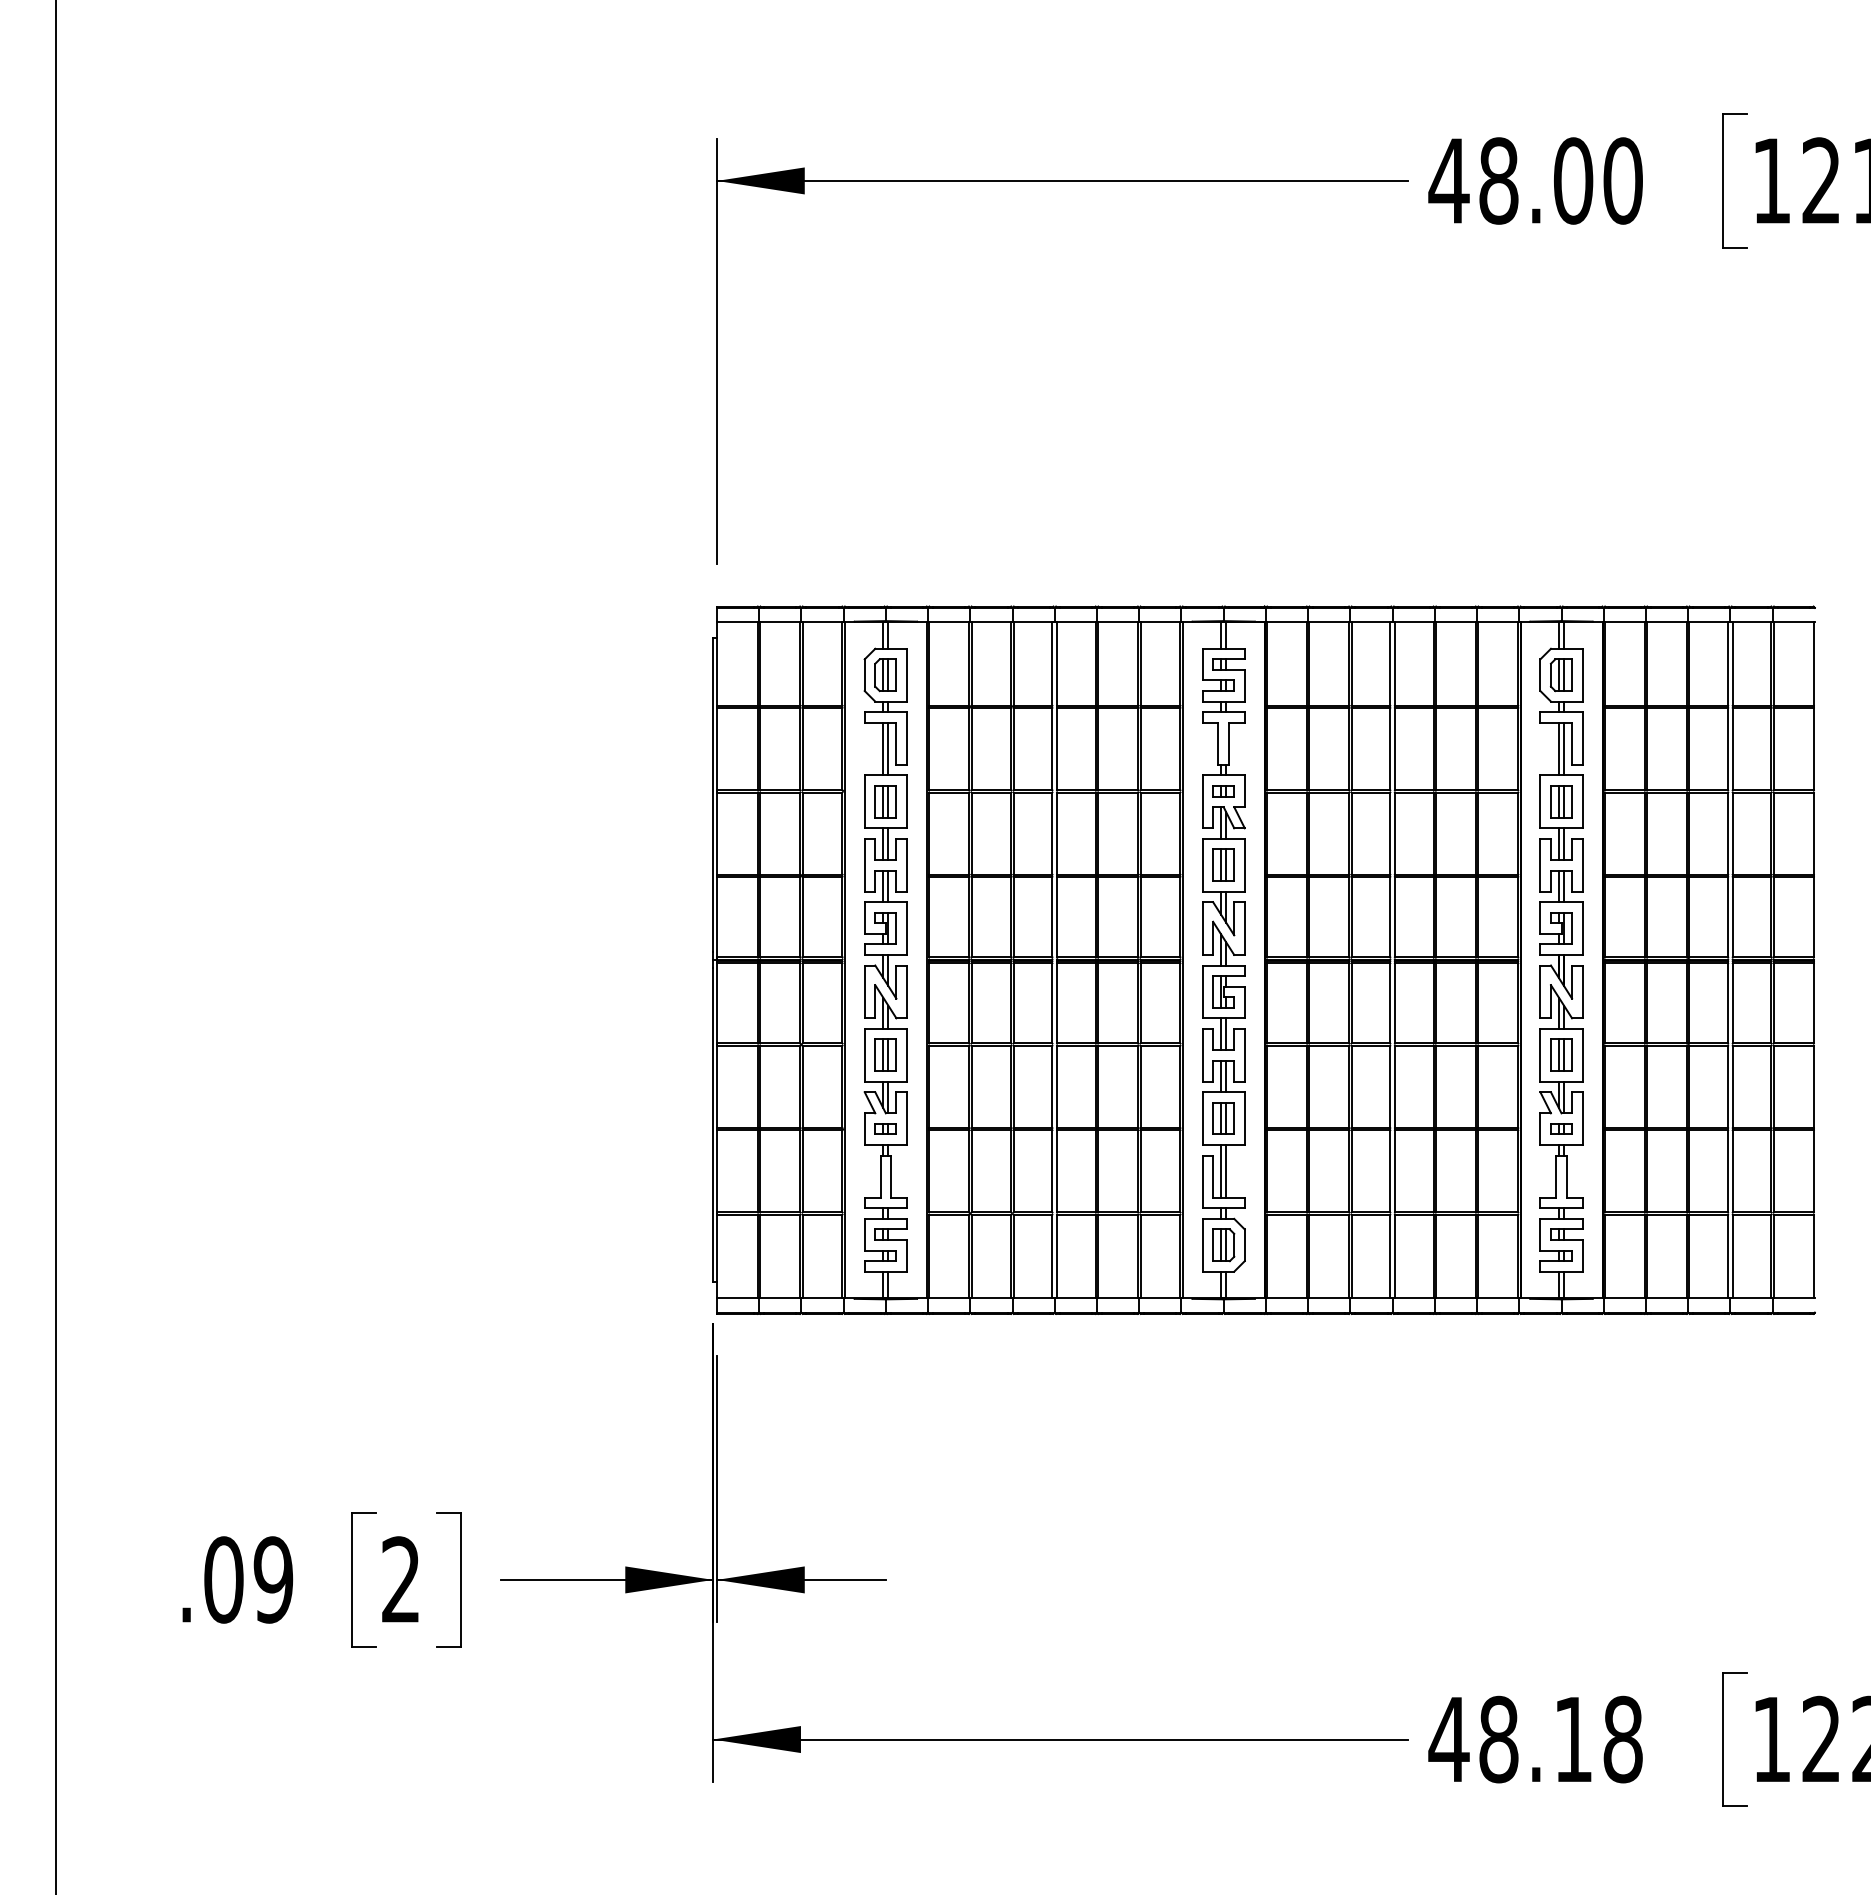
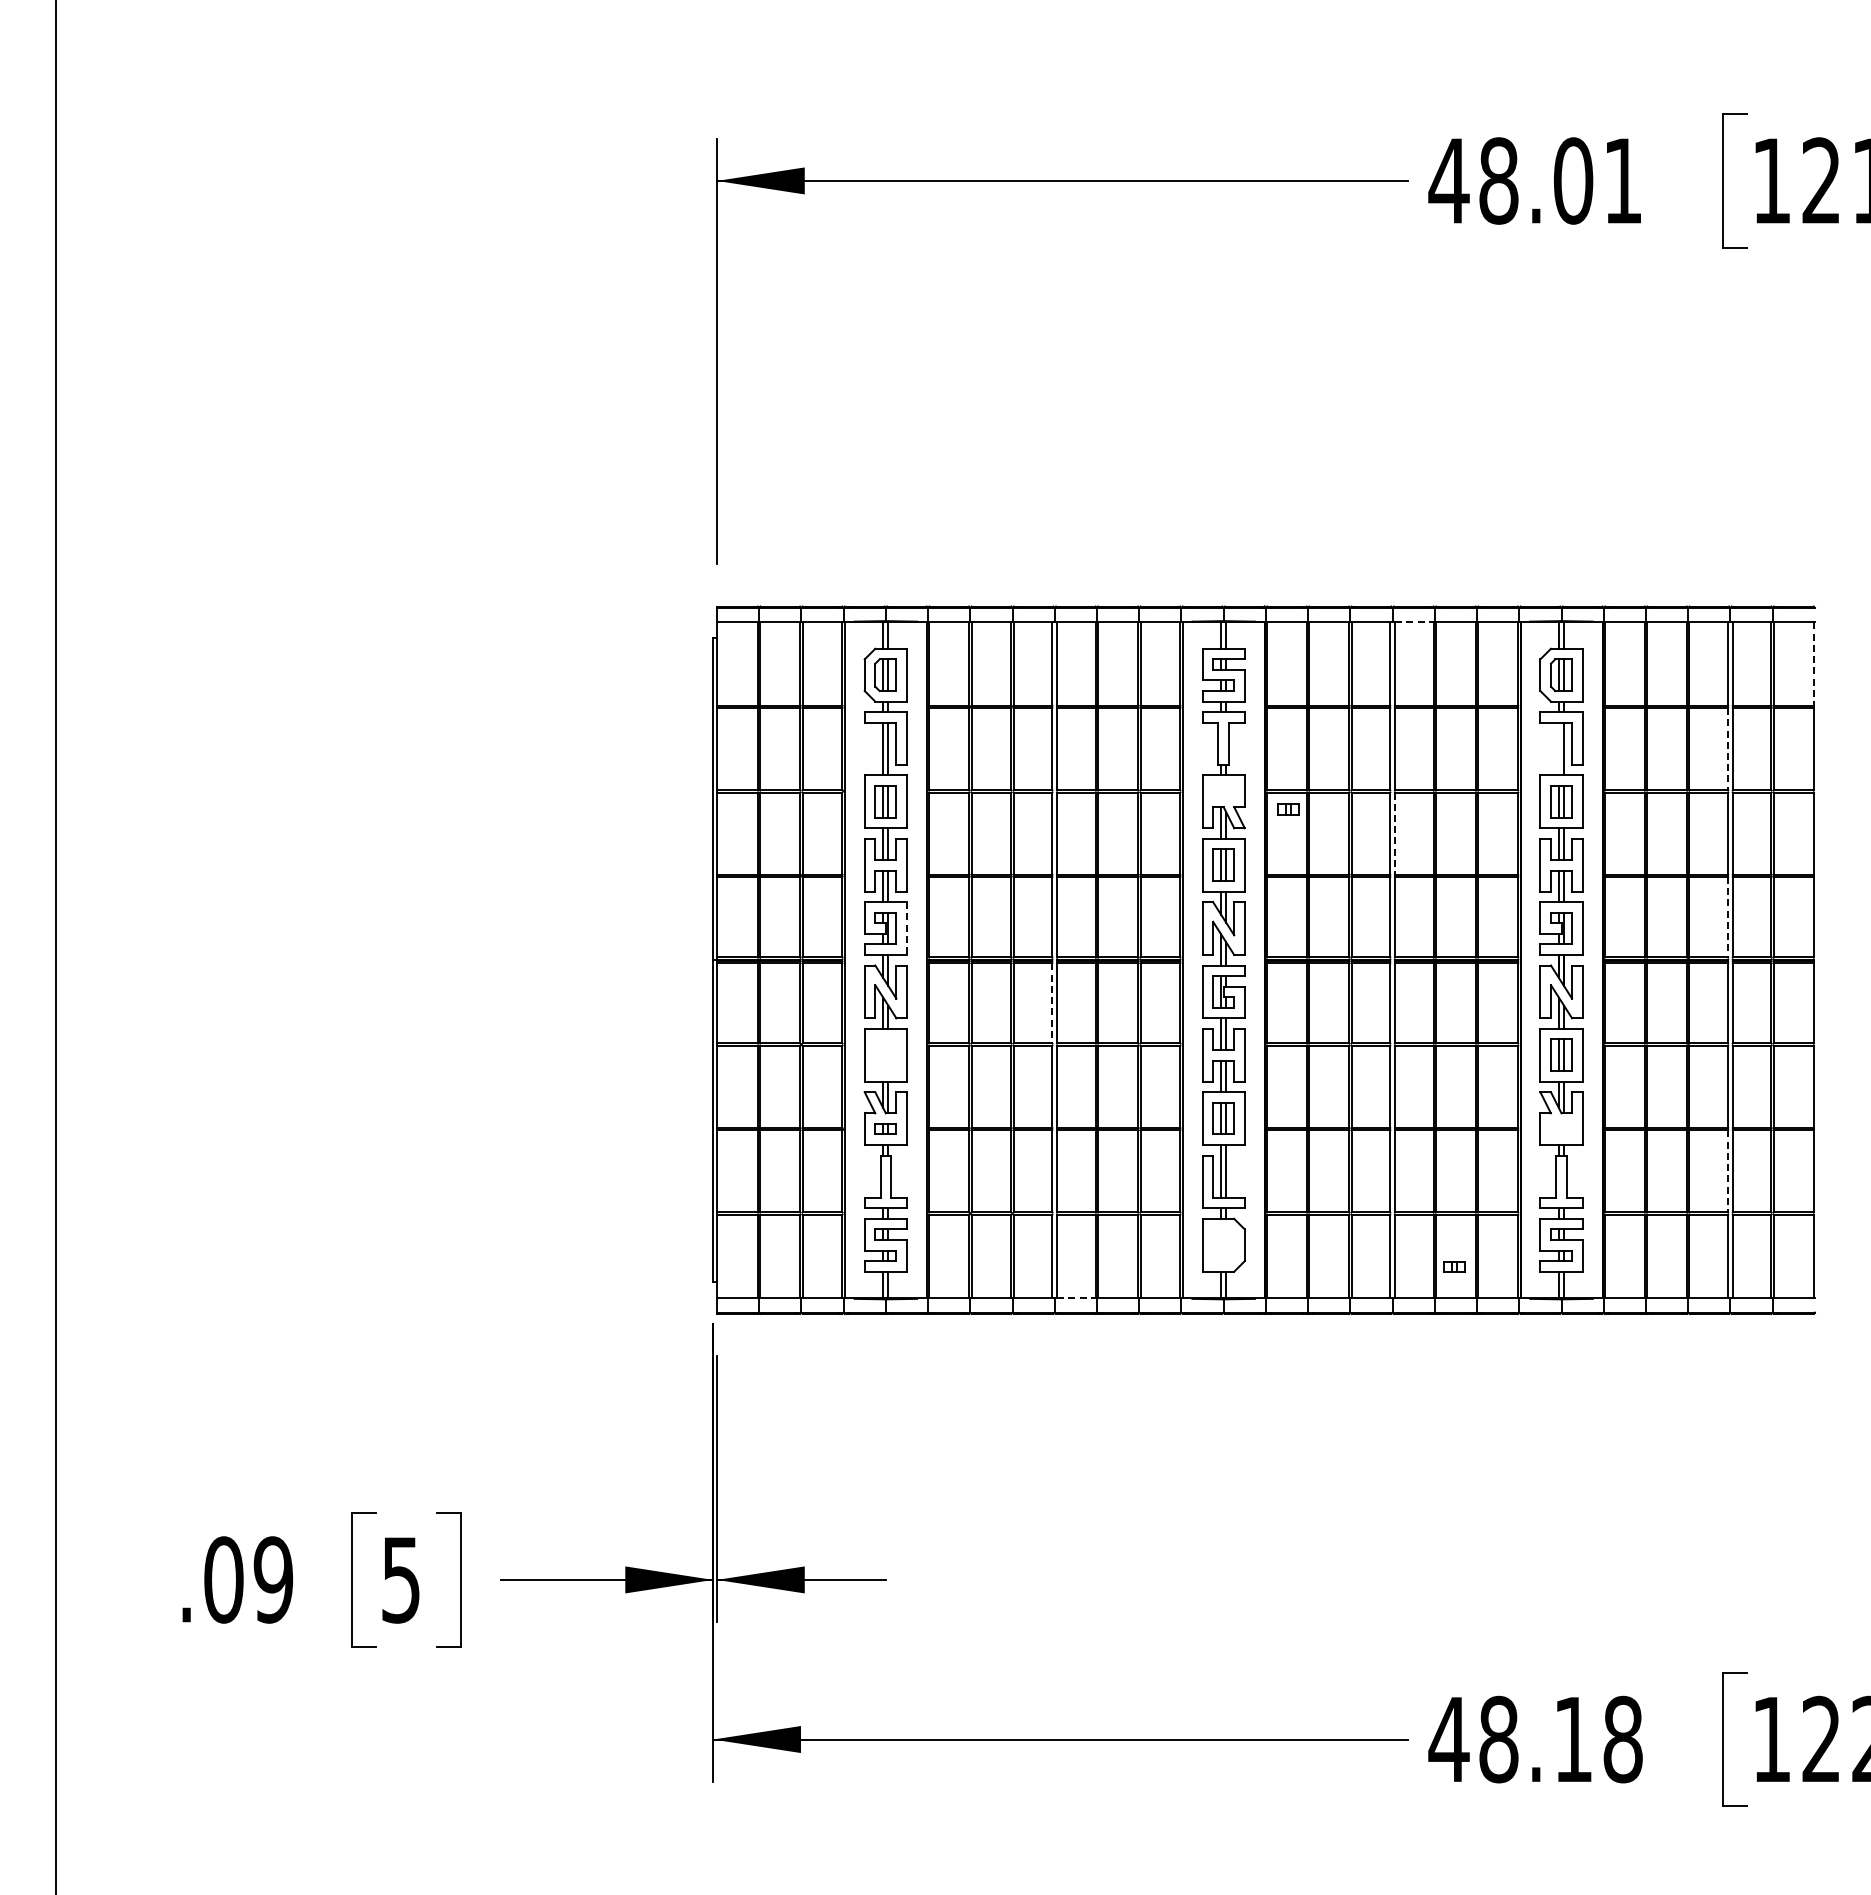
text at (1622, 180): 48.00 -> 48.01
line at (1414, 622): solid -> dashed
line at (1813, 664): solid -> dashed
line at (1559, 748): present -> none
line at (1727, 749): solid -> dashed
part at (1223, 791) position: (1223, 791) -> (1288, 809)
line at (1395, 833): solid -> dashed
line at (1727, 917): solid -> dashed
line at (906, 929): solid -> dashed
line at (1052, 1003): solid -> dashed
part at (885, 1054): present -> none
part at (1561, 1128) position: (1561, 1128) -> (1454, 1266)
line at (1727, 1171): solid -> dashed
part at (1223, 1245): present -> none
line at (1077, 1298): solid -> dashed
text at (400, 1579): 2 -> 5
